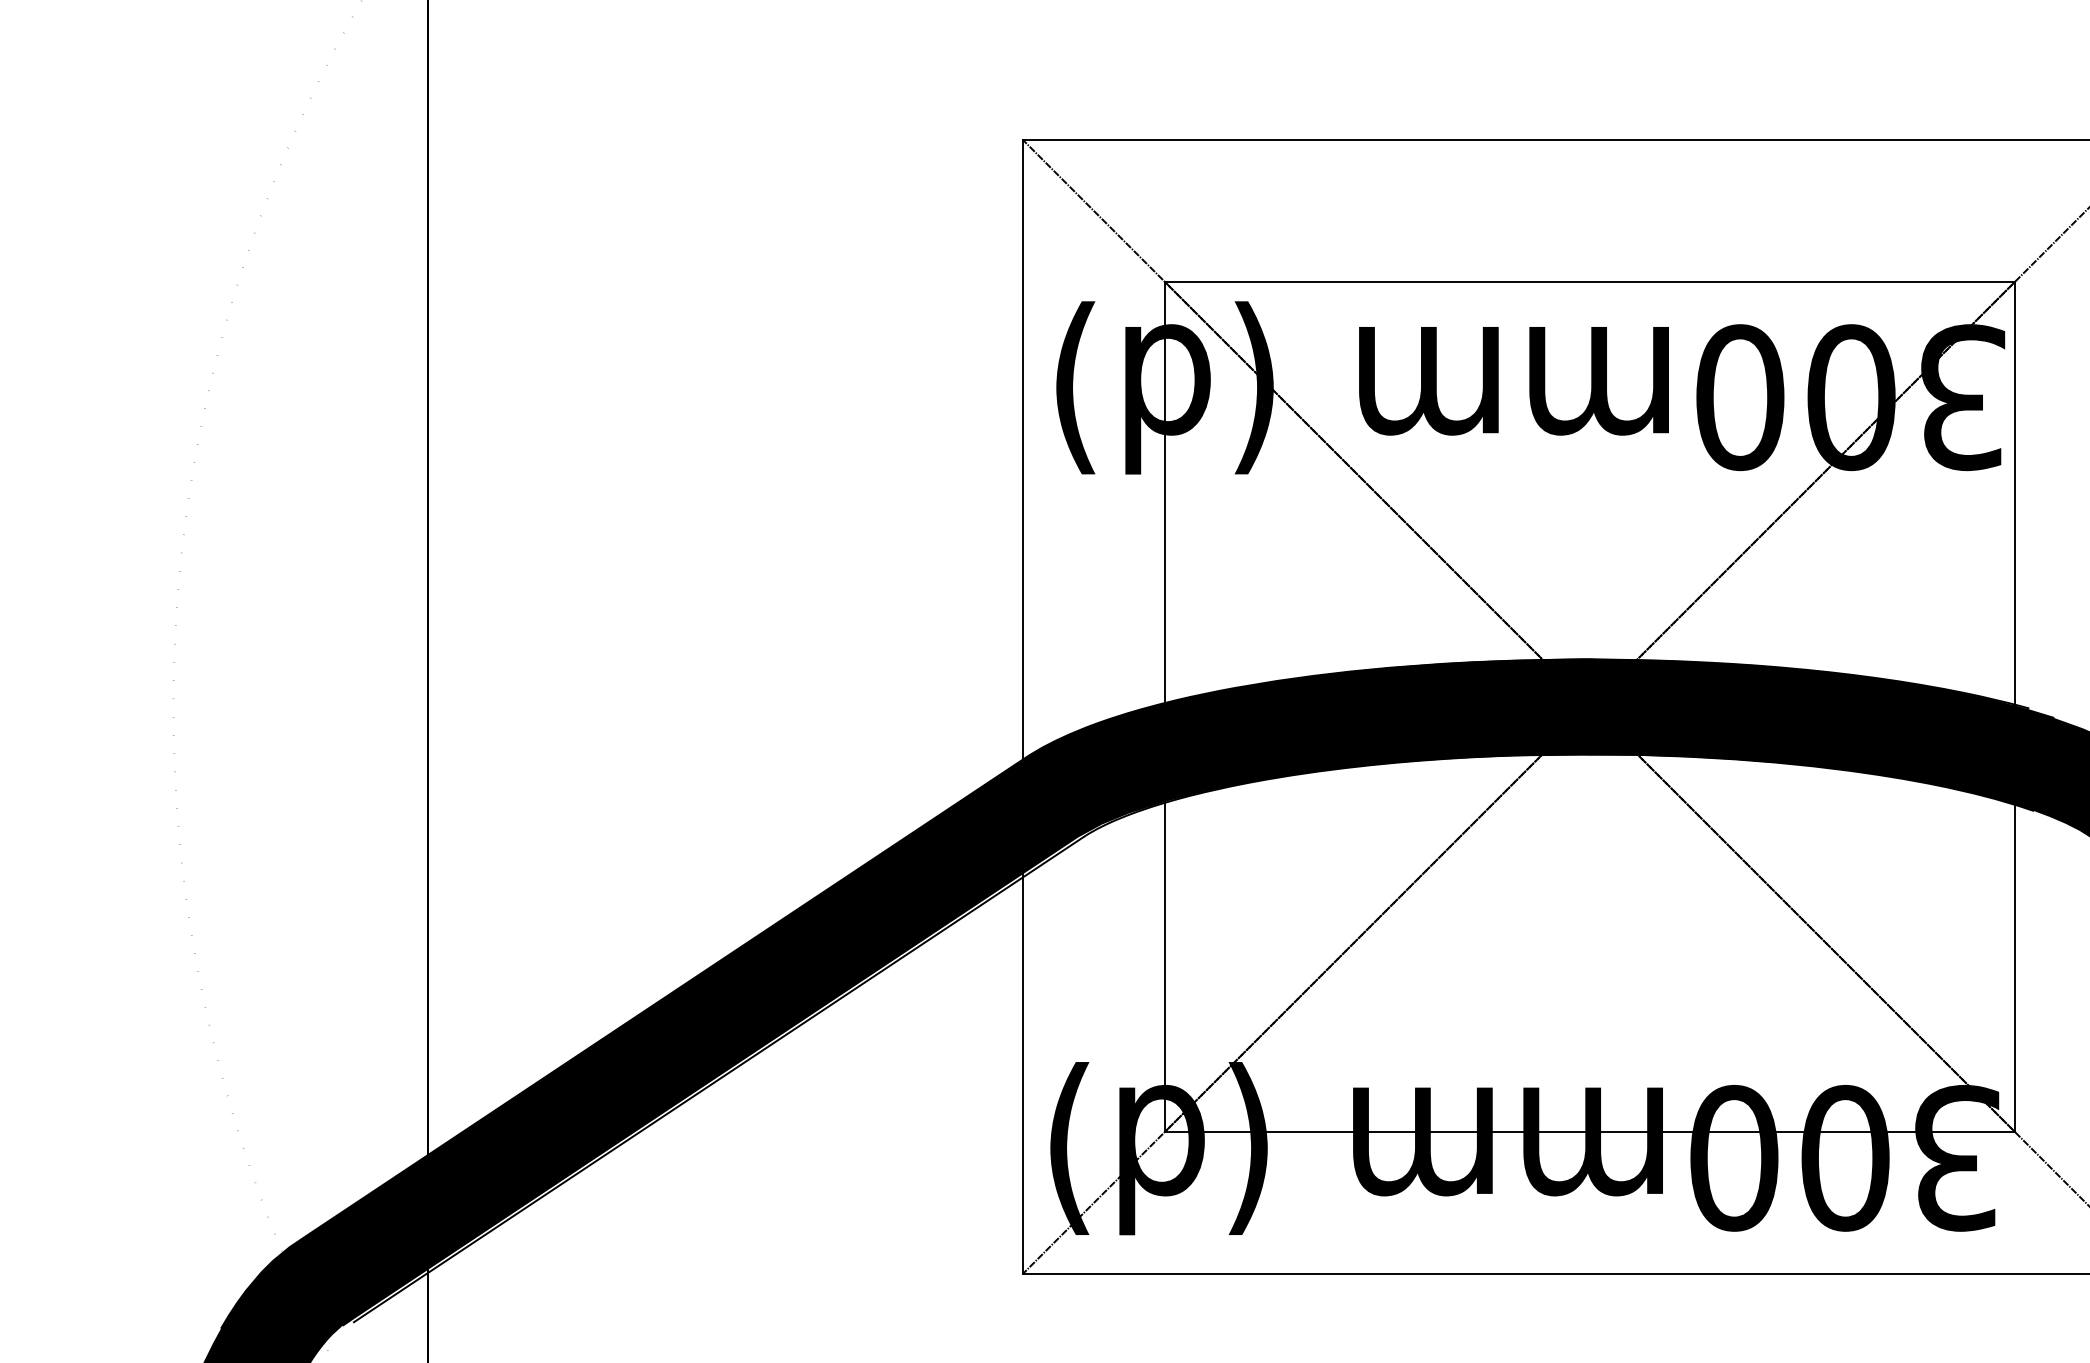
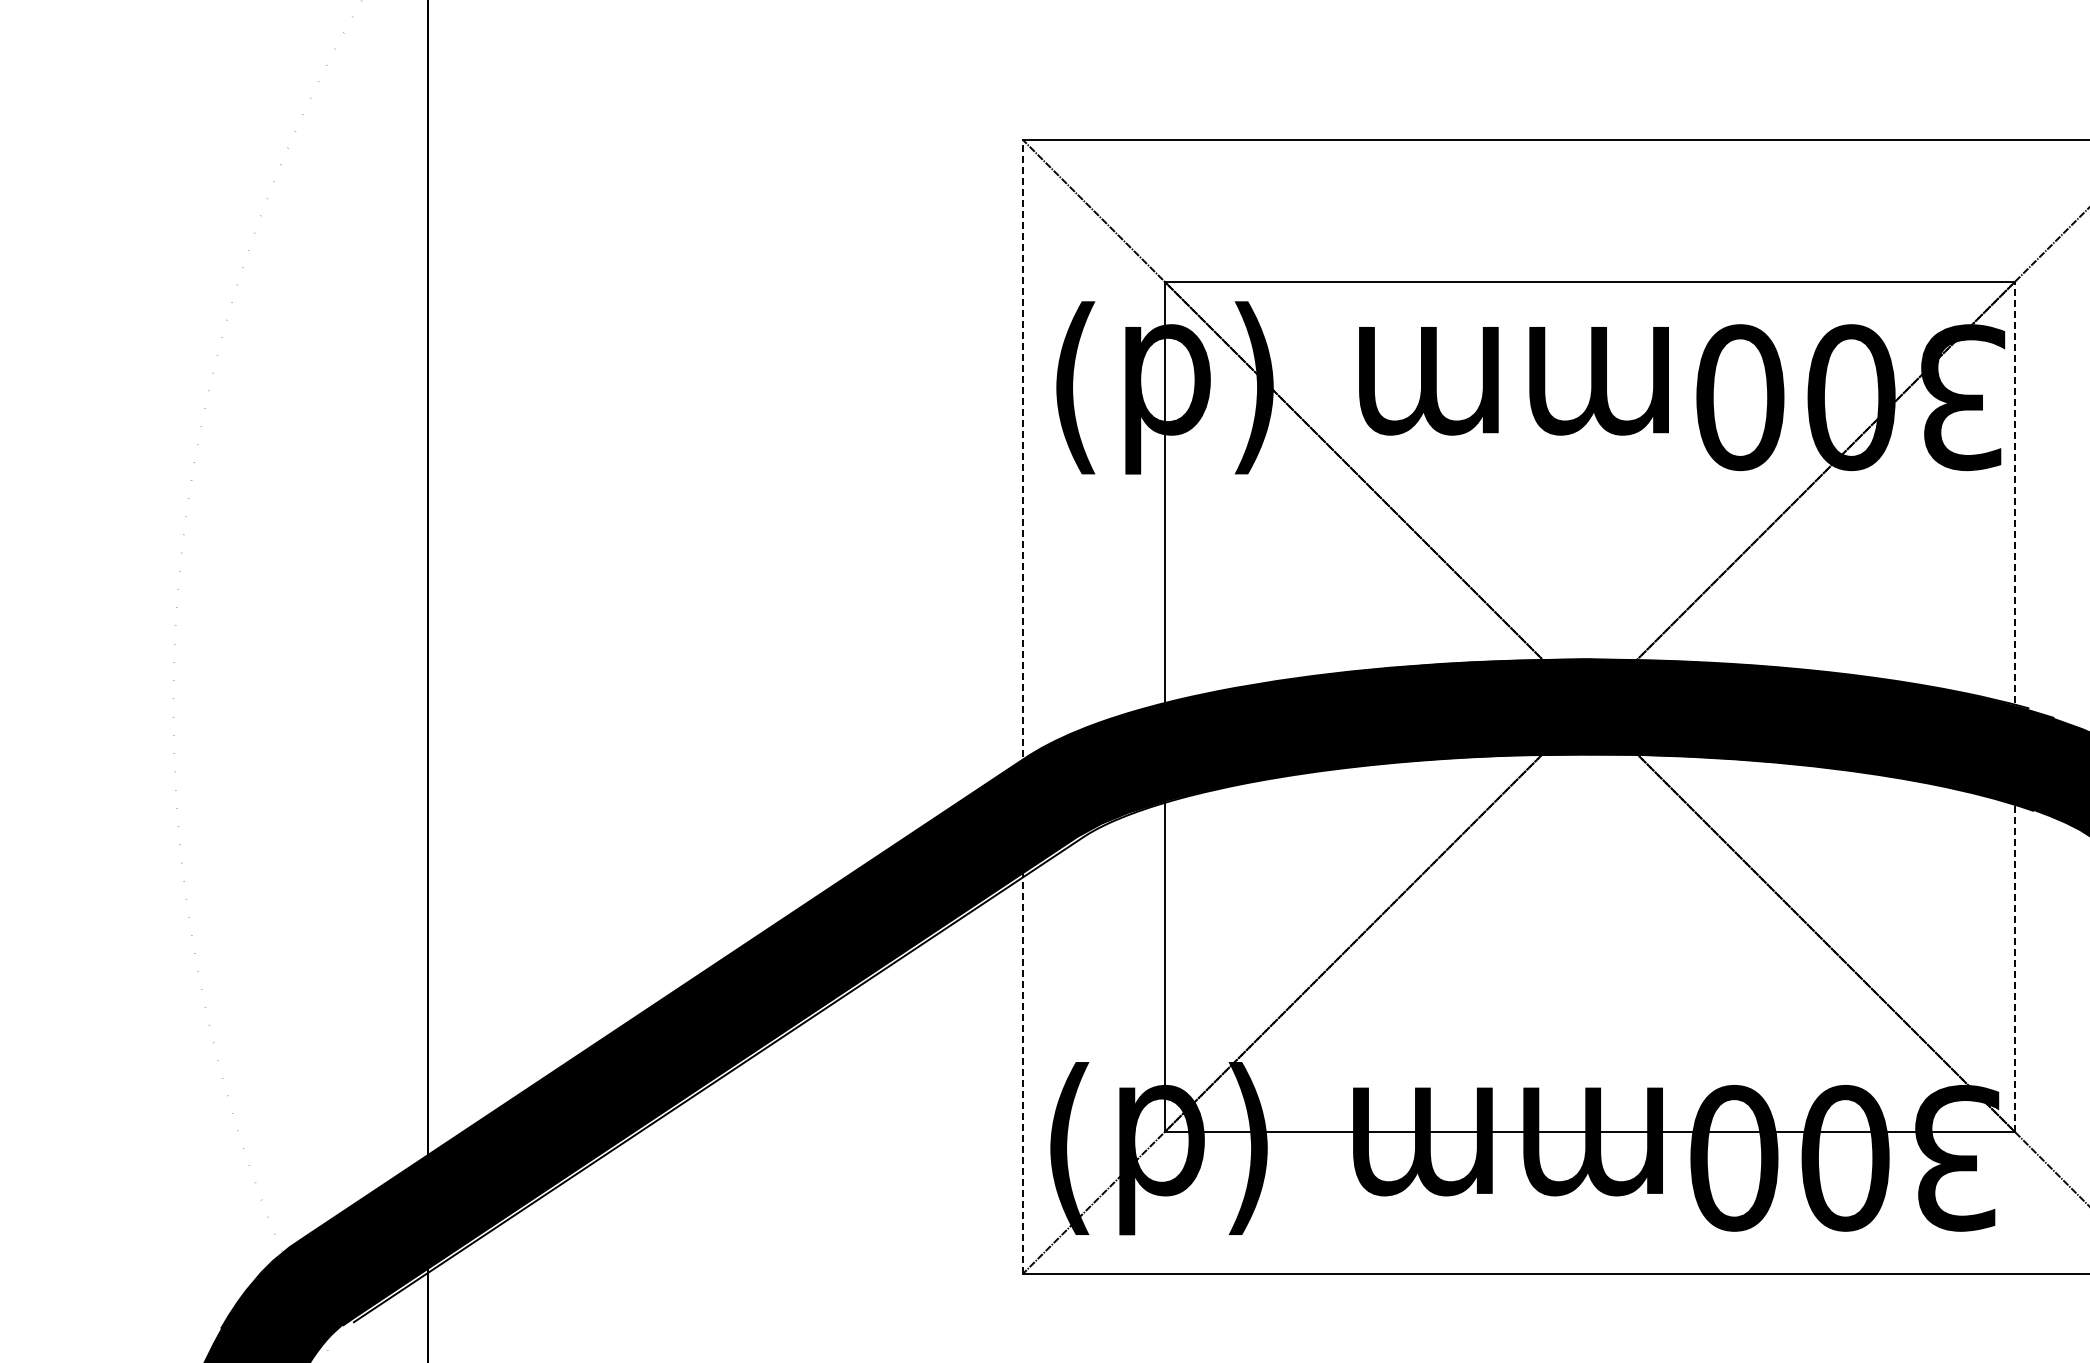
line at (1023, 706): solid -> dashed
line at (2014, 706): solid -> dashed
